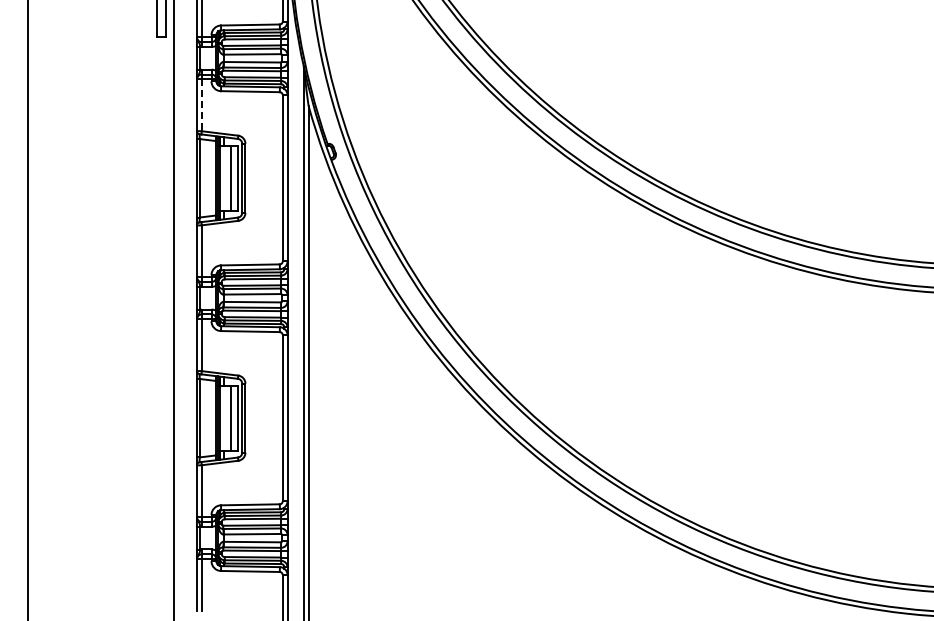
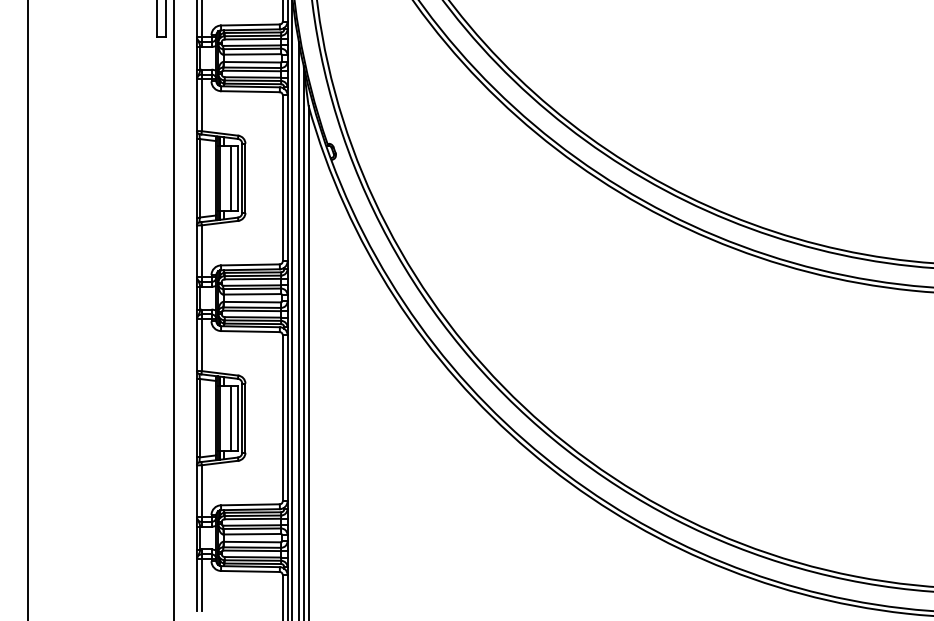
line at (201, 105): dashed -> solid
line at (292, 309): none -> present
line at (298, 329): none -> present
